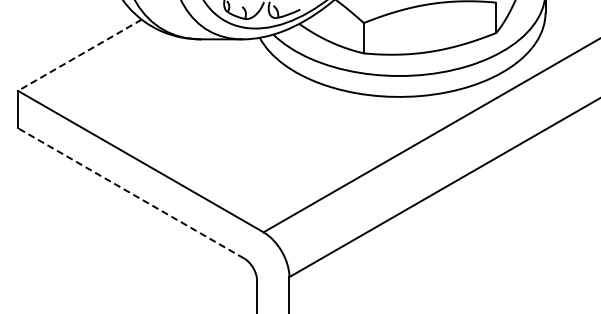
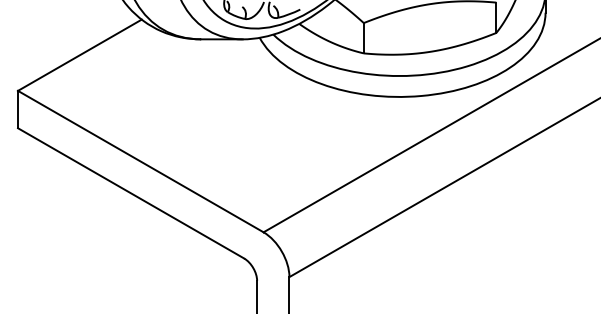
line at (79, 55): dashed -> solid
line at (131, 193): dashed -> solid
